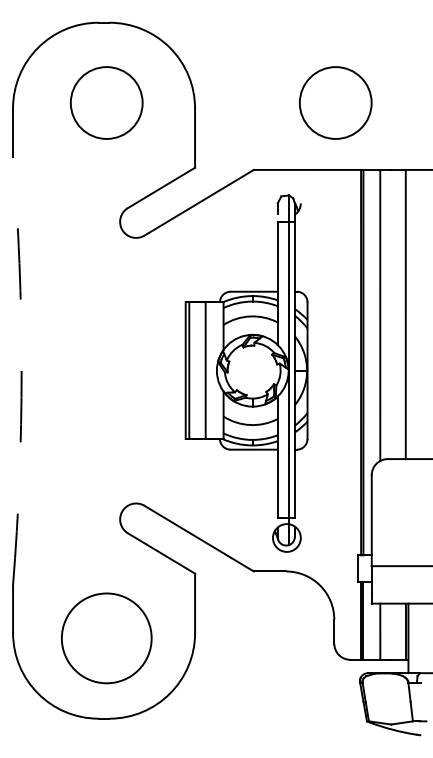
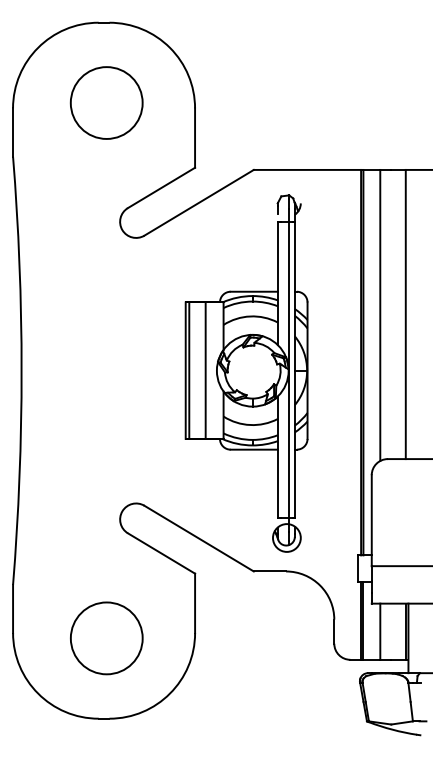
circle at (335, 102): present -> none
arc at (21, 370): dashed -> solid
circle at (106, 638) diameter: 90 px -> 72 px
